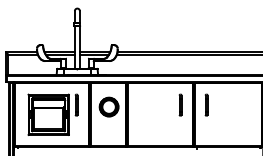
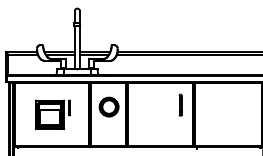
line at (206, 104): present -> none
part at (52, 114) size: 52x43 px -> 37x31 px
